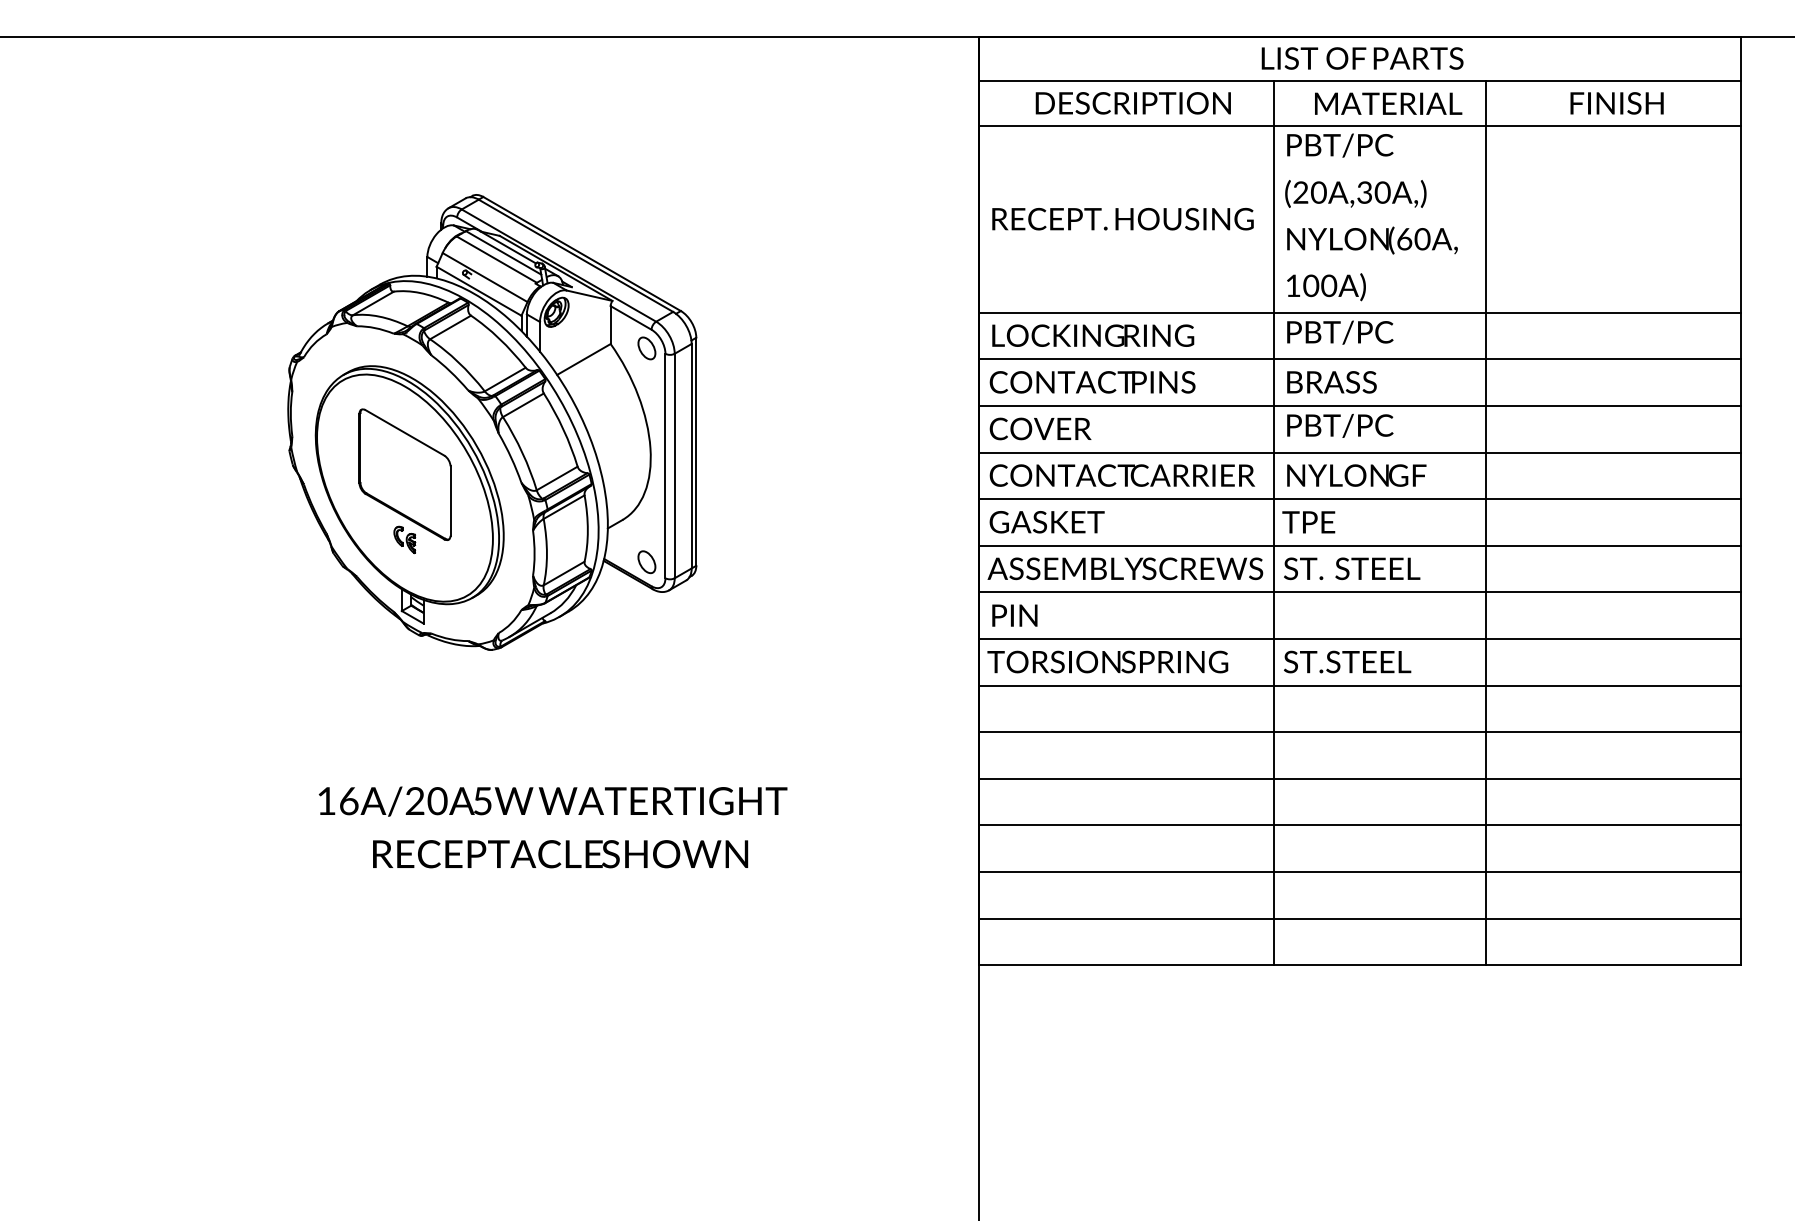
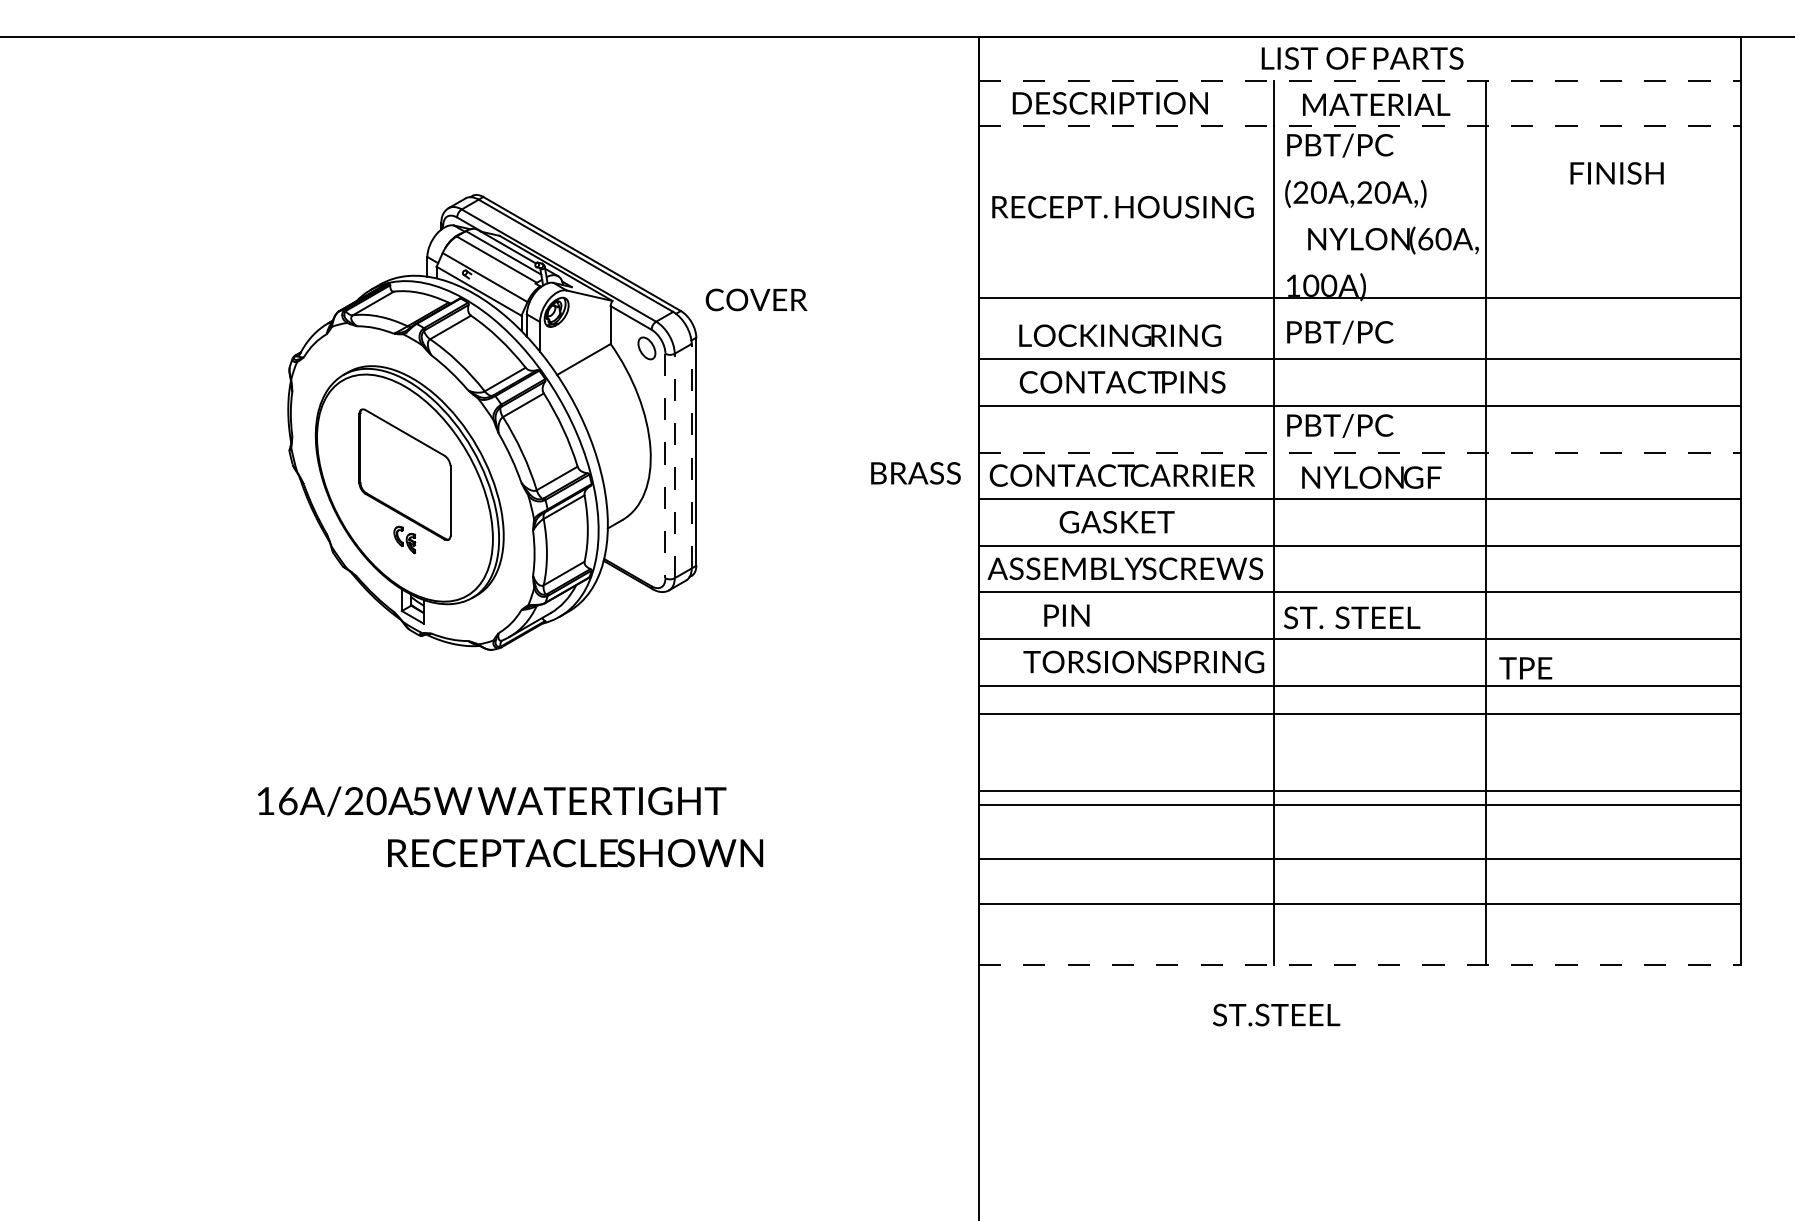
line at (1360, 81): solid -> dashed
text at (1132, 103) position: (1132, 103) -> (1109, 103)
text at (1388, 103) position: (1388, 103) -> (1376, 104)
text at (1616, 103) position: (1616, 103) -> (1616, 173)
line at (1360, 126): solid -> dashed
text at (1364, 194): (20A,30A,) -> (20A,20A,)
text at (1122, 219) position: (1122, 219) -> (1122, 207)
text at (1372, 240) position: (1372, 240) -> (1393, 240)
line at (1359, 312) position: (1359, 312) -> (1359, 297)
text at (1093, 335) position: (1093, 335) -> (1120, 335)
text at (1092, 382) position: (1092, 382) -> (1122, 382)
text at (1331, 382) position: (1331, 382) -> (915, 473)
text at (1040, 428) position: (1040, 428) -> (756, 299)
line at (1360, 452): solid -> dashed
line at (691, 455): solid -> dashed
line at (674, 465): solid -> dashed
line at (665, 466): solid -> dashed
text at (1356, 475) position: (1356, 475) -> (1371, 477)
text at (1046, 522) position: (1046, 522) -> (1116, 522)
text at (1308, 522) position: (1308, 522) -> (1525, 668)
part at (646, 562): present -> none
text at (1352, 568) position: (1352, 568) -> (1352, 617)
text at (1014, 615) position: (1014, 615) -> (1066, 615)
text at (1107, 661) position: (1107, 661) -> (1143, 661)
text at (1347, 661) position: (1347, 661) -> (1276, 1014)
line at (1359, 732) position: (1359, 732) -> (1359, 714)
line at (1359, 778) position: (1359, 778) -> (1359, 790)
text at (552, 801) position: (552, 801) -> (491, 801)
line at (1359, 825) position: (1359, 825) -> (1359, 805)
text at (560, 854) position: (560, 854) -> (575, 853)
line at (1359, 872) position: (1359, 872) -> (1359, 859)
line at (1359, 918) position: (1359, 918) -> (1359, 903)
line at (1360, 965): solid -> dashed
